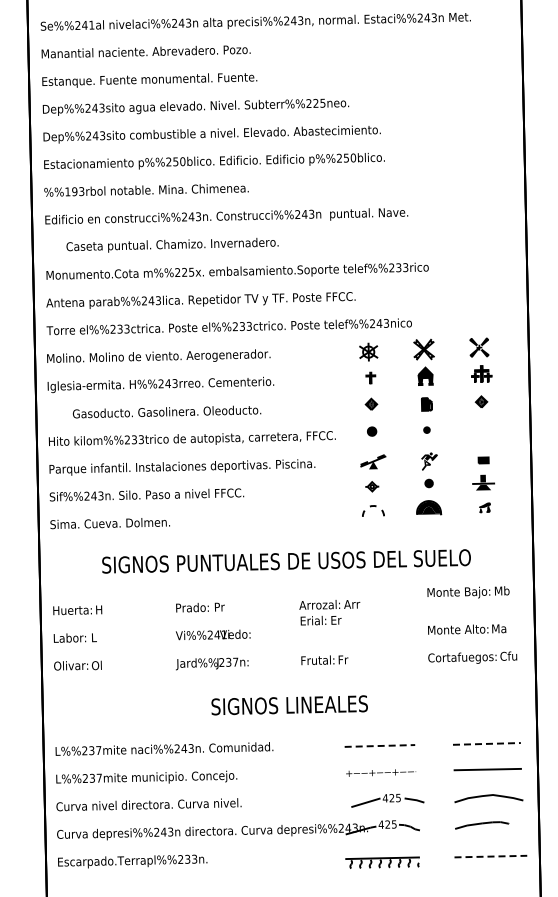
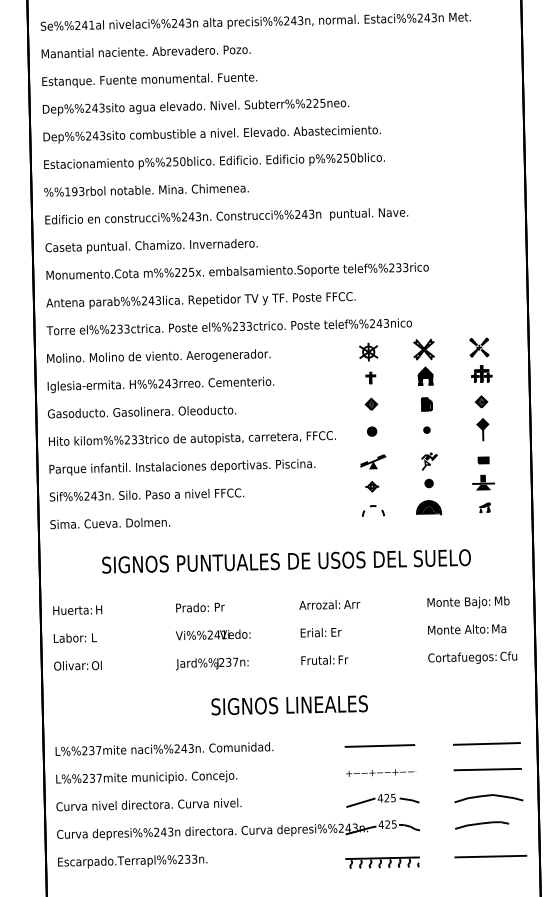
text at (172, 245) position: (172, 245) -> (151, 246)
text at (167, 411) position: (167, 411) -> (142, 411)
part at (482, 429): none -> present
text at (468, 592) position: (468, 592) -> (468, 602)
text at (320, 620) position: (320, 620) -> (320, 632)
line at (486, 743): dashed -> solid
line at (380, 745): dashed -> solid
part at (387, 800) position: (387, 800) -> (382, 800)
line at (491, 856): dashed -> solid
